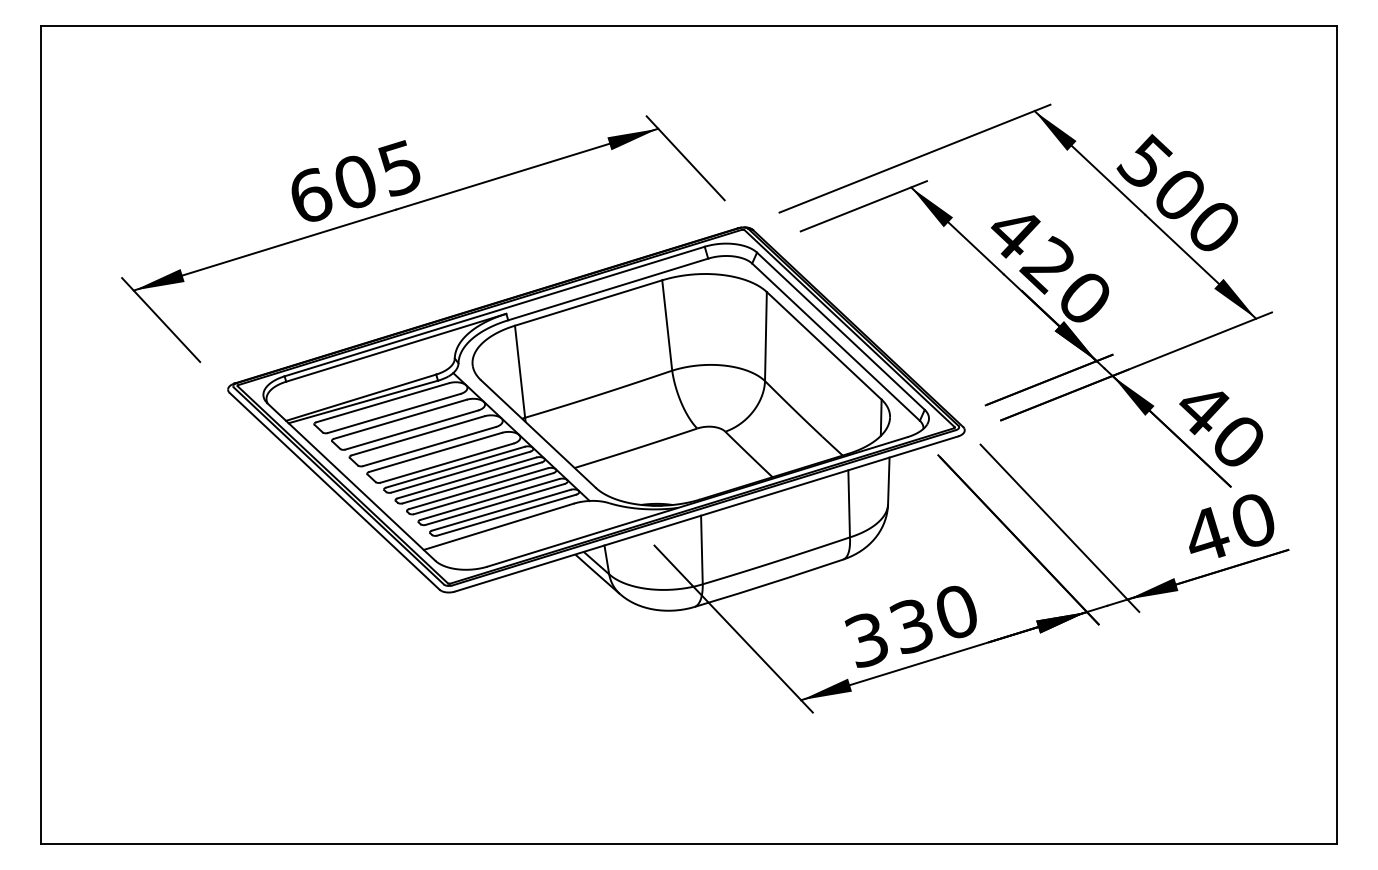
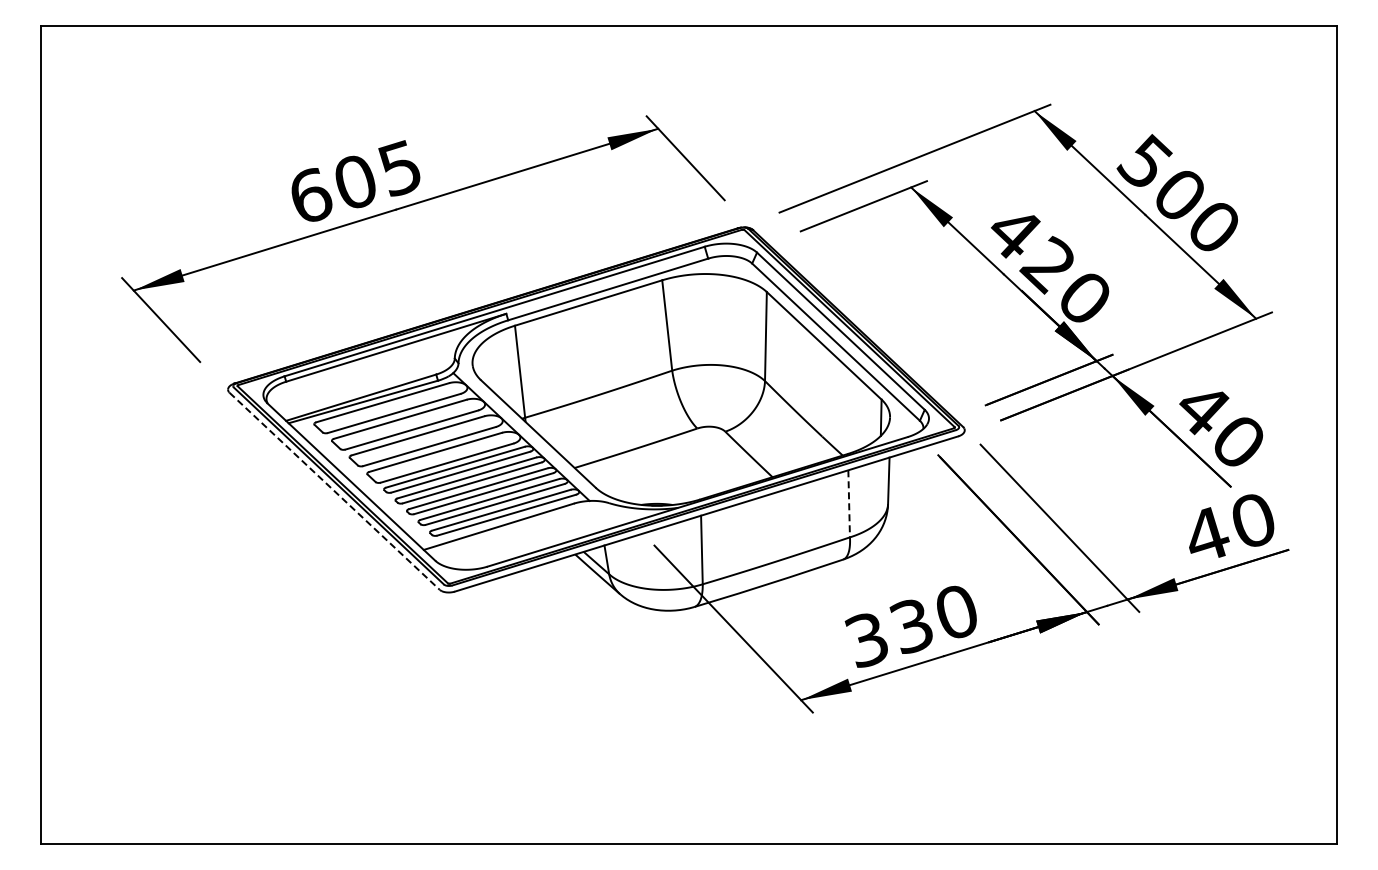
line at (334, 491): solid -> dashed
line at (849, 503): solid -> dashed
